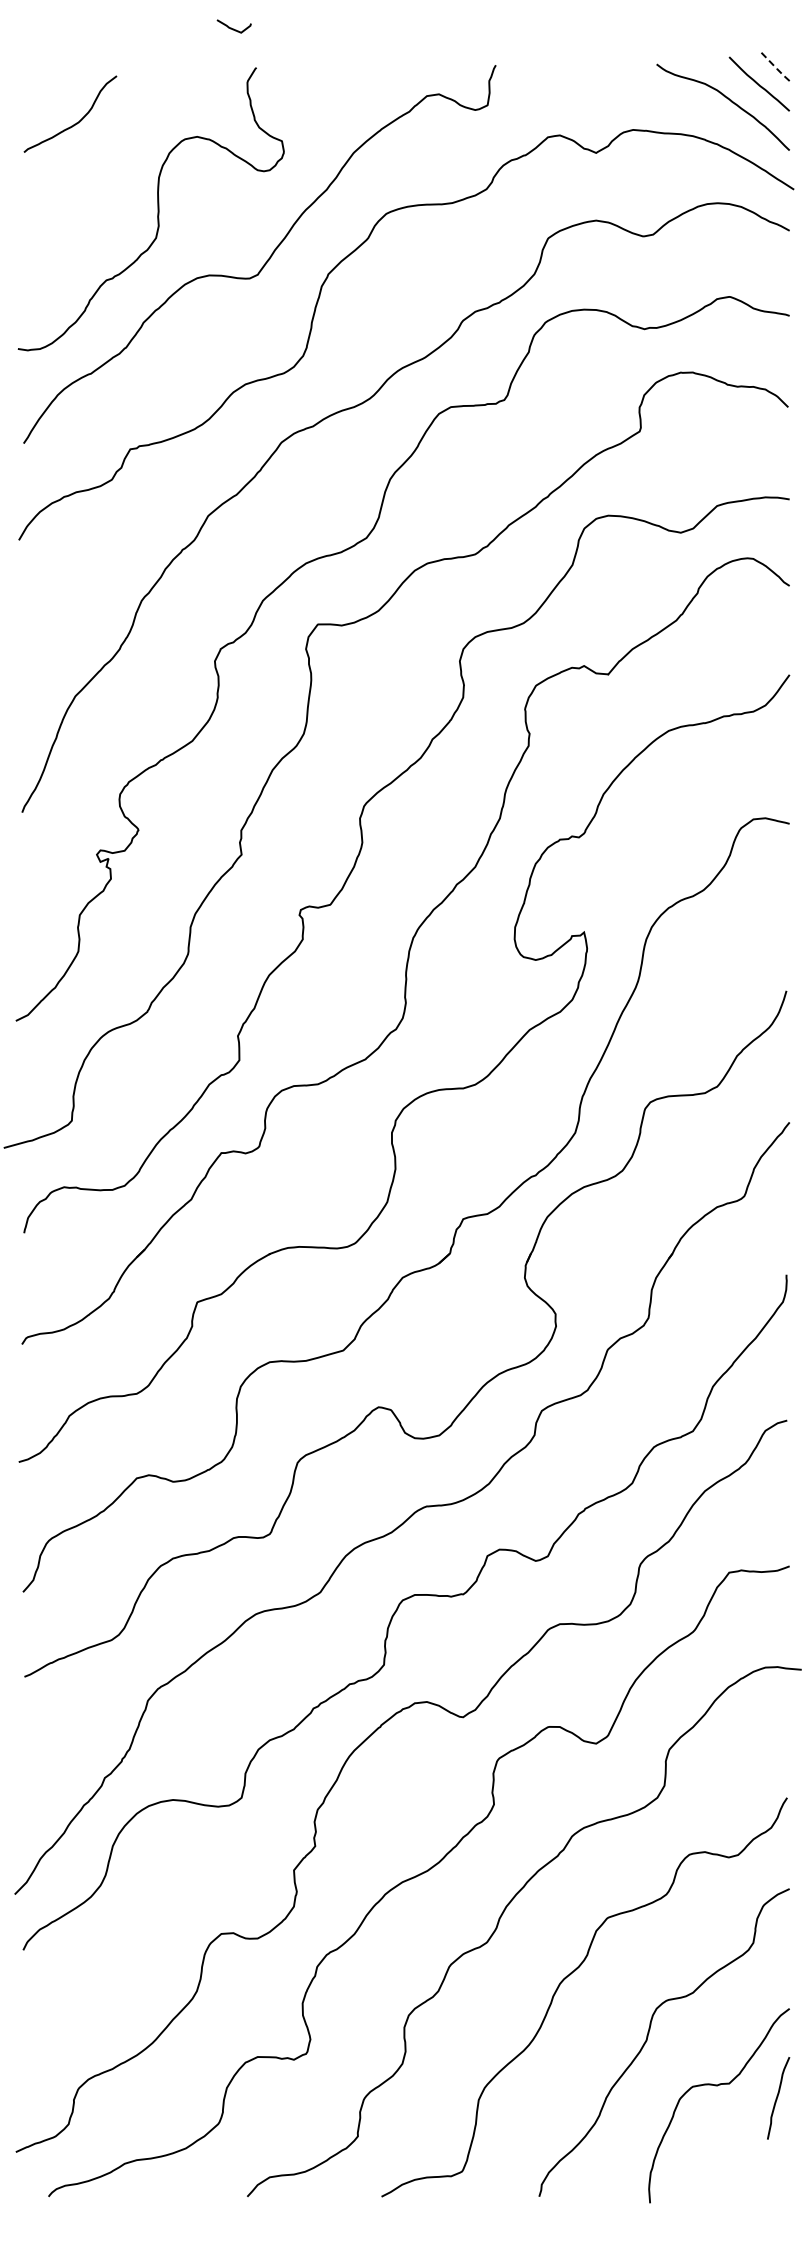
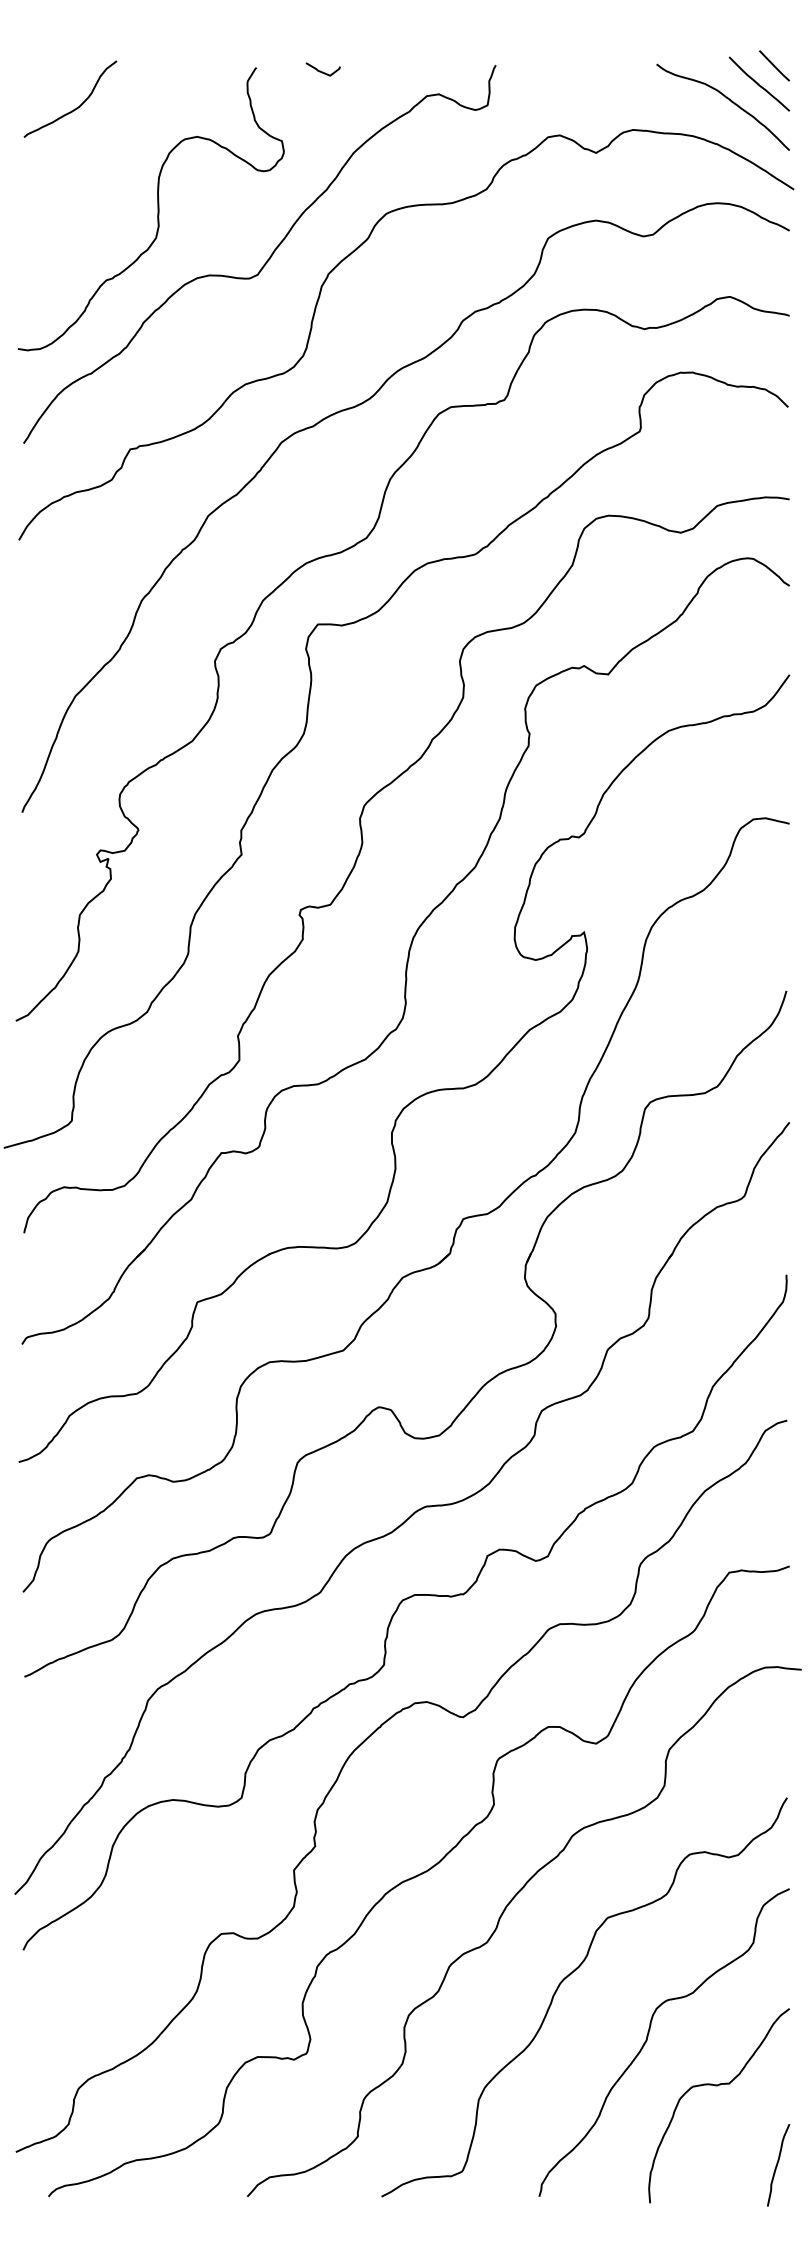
curve at (233, 28) position: (233, 28) -> (322, 71)
line at (774, 66): dashed -> solid
curve at (74, 123) position: (74, 123) -> (74, 108)
curve at (778, 2097) position: (778, 2097) -> (778, 2164)
